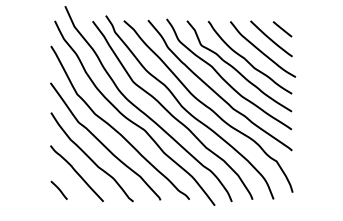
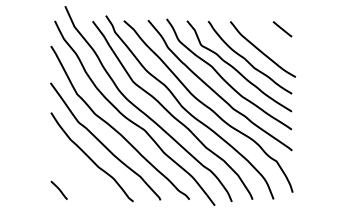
curve at (271, 38): present -> none
curve at (76, 173): present -> none
